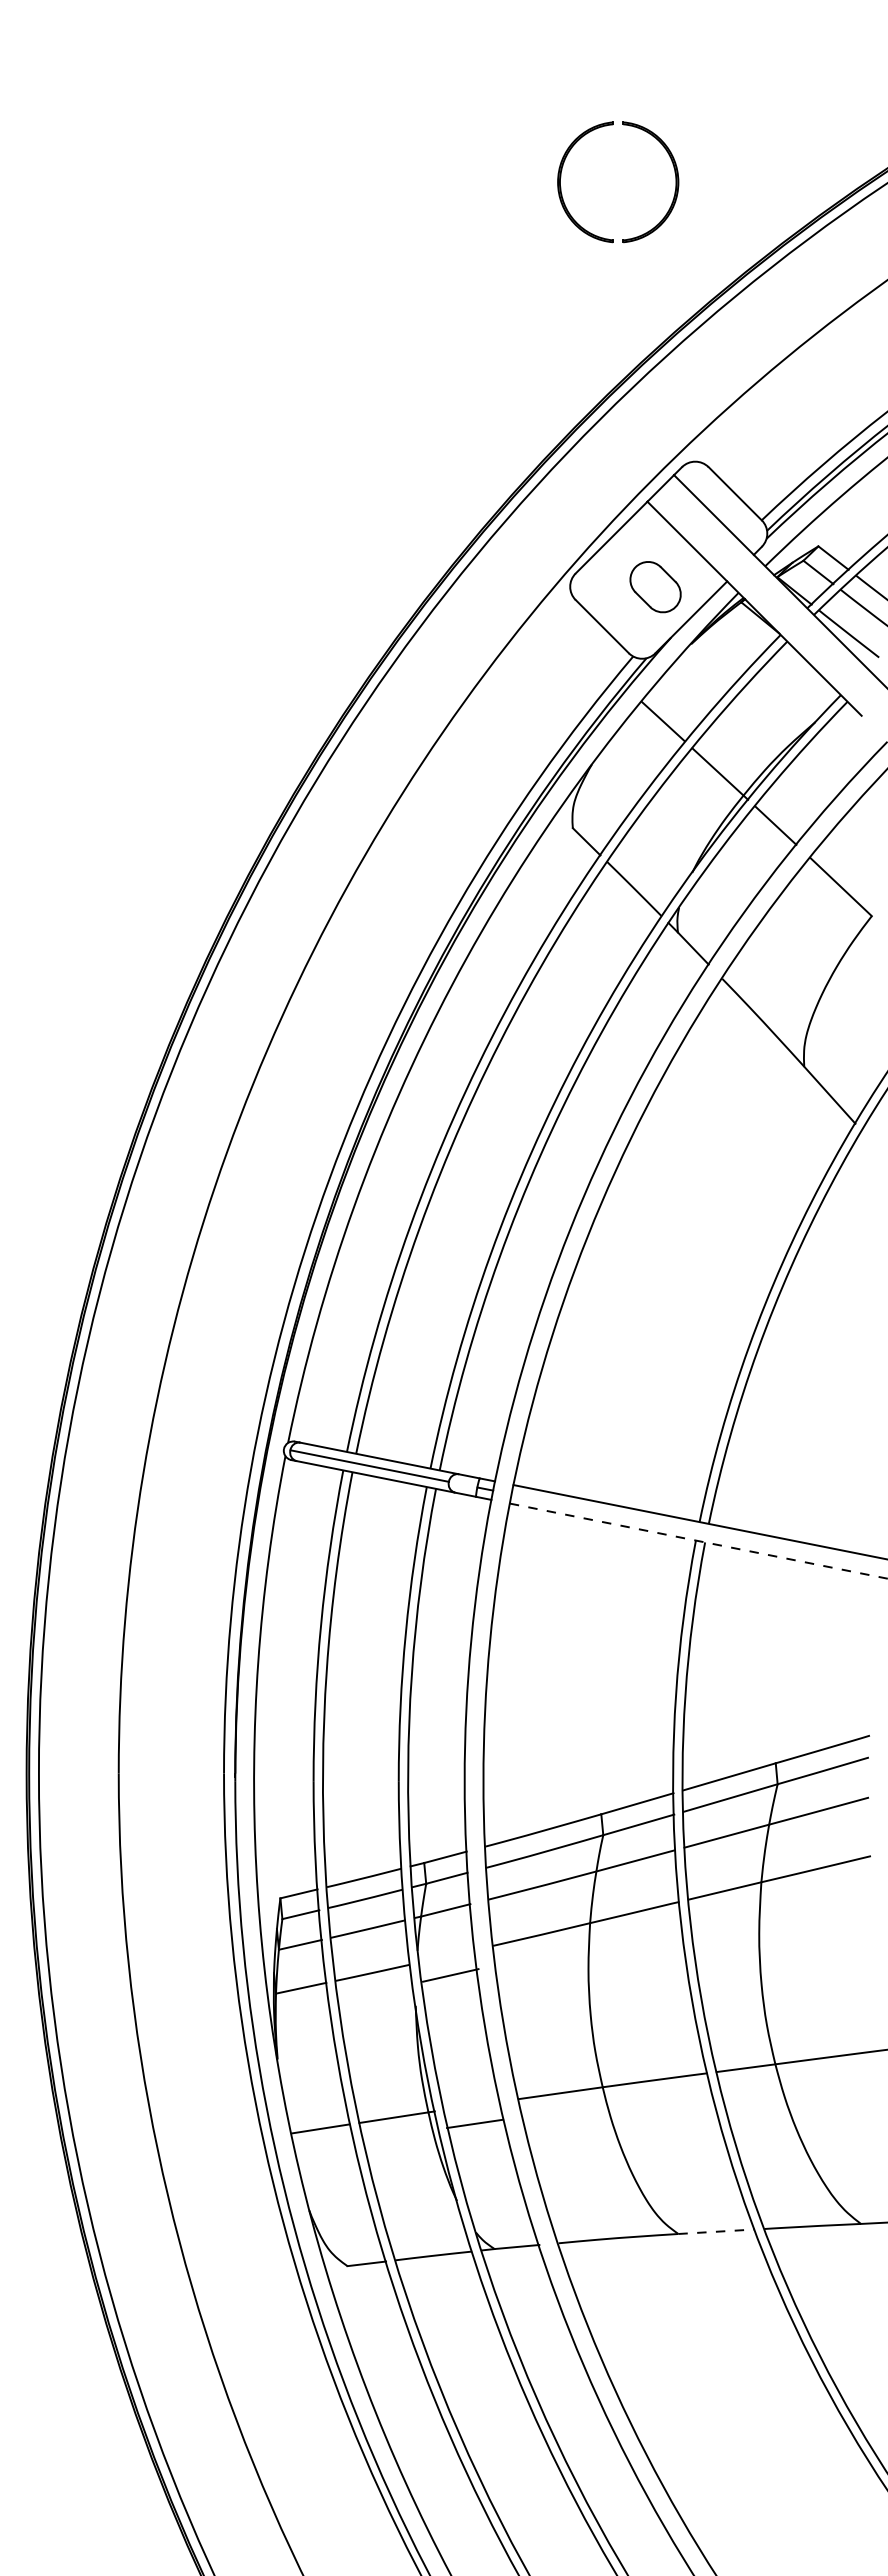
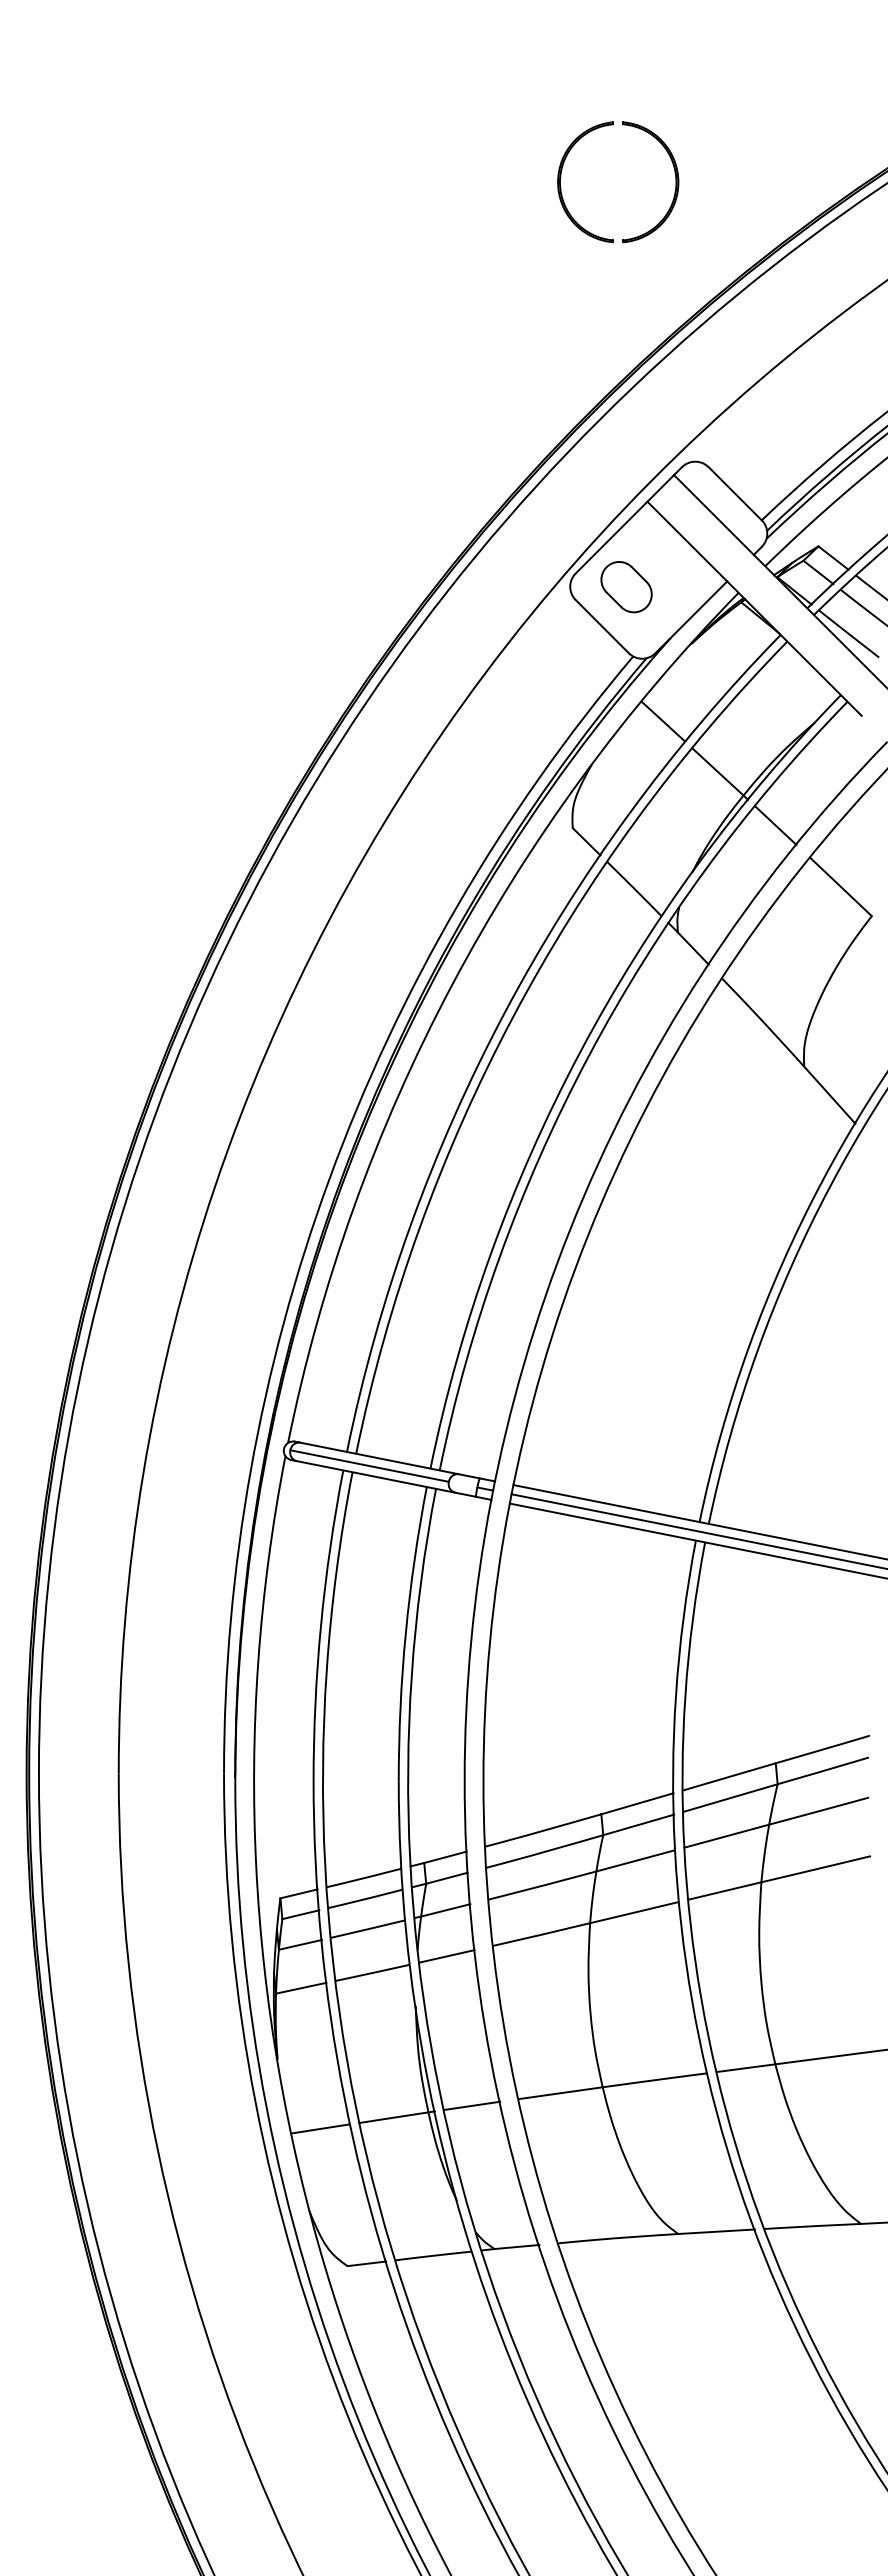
part at (655, 587) position: (655, 587) -> (626, 587)
line at (697, 1531): none -> present
line at (698, 1541): dashed -> solid
line at (450, 1975) position: (450, 1975) -> (446, 1956)
line at (475, 2123) position: (475, 2123) -> (472, 2105)
line at (717, 2231): dashed -> solid
